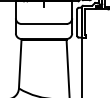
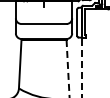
line at (68, 68): solid -> dashed
line at (81, 68): solid -> dashed
